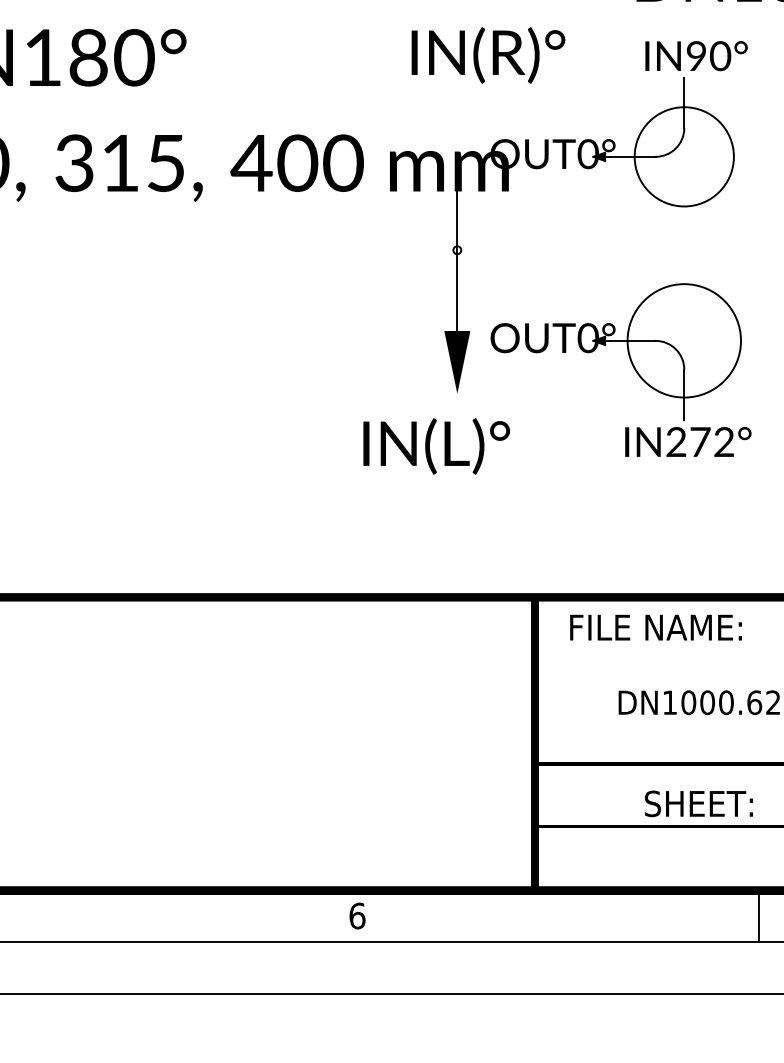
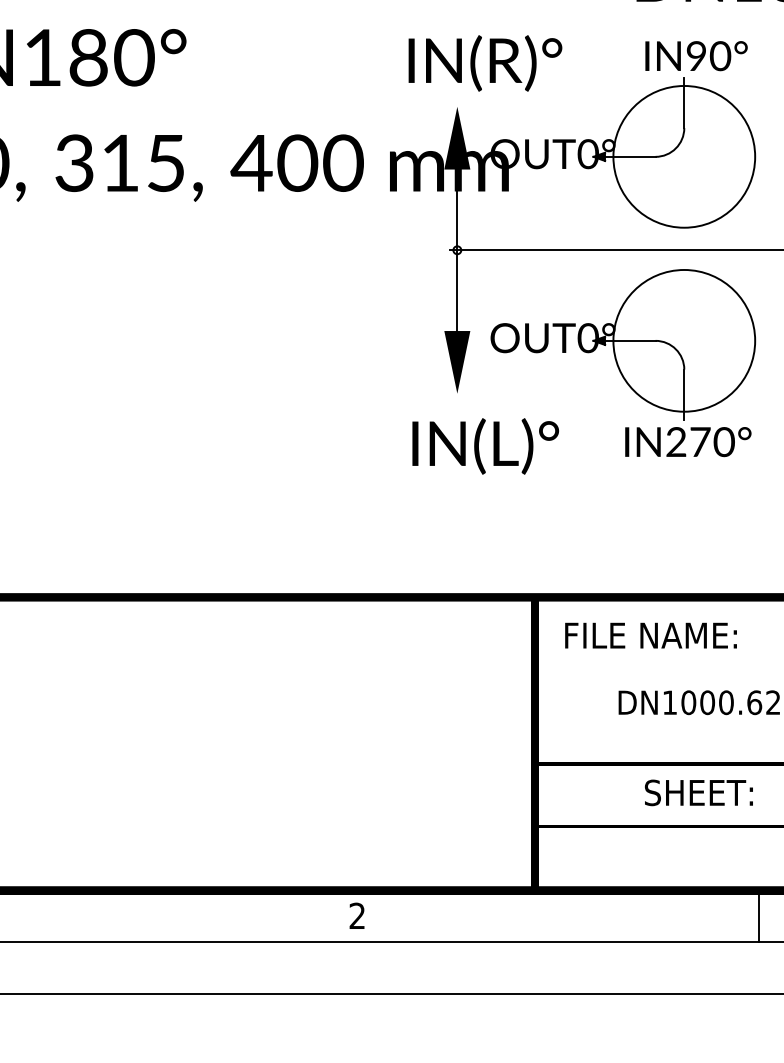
text at (488, 55) position: (488, 55) -> (485, 63)
fill at (457, 137): none -> present
circle at (683, 156) diameter: 99 px -> 142 px
line at (615, 250): none -> present
circle at (684, 340) diameter: 113 px -> 142 px
text at (723, 442): IN272° -> IN270°
text at (436, 446) position: (436, 446) -> (485, 446)
text at (655, 627) position: (655, 627) -> (650, 635)
text at (698, 803) position: (698, 803) -> (698, 792)
text at (357, 915): 6 -> 2
